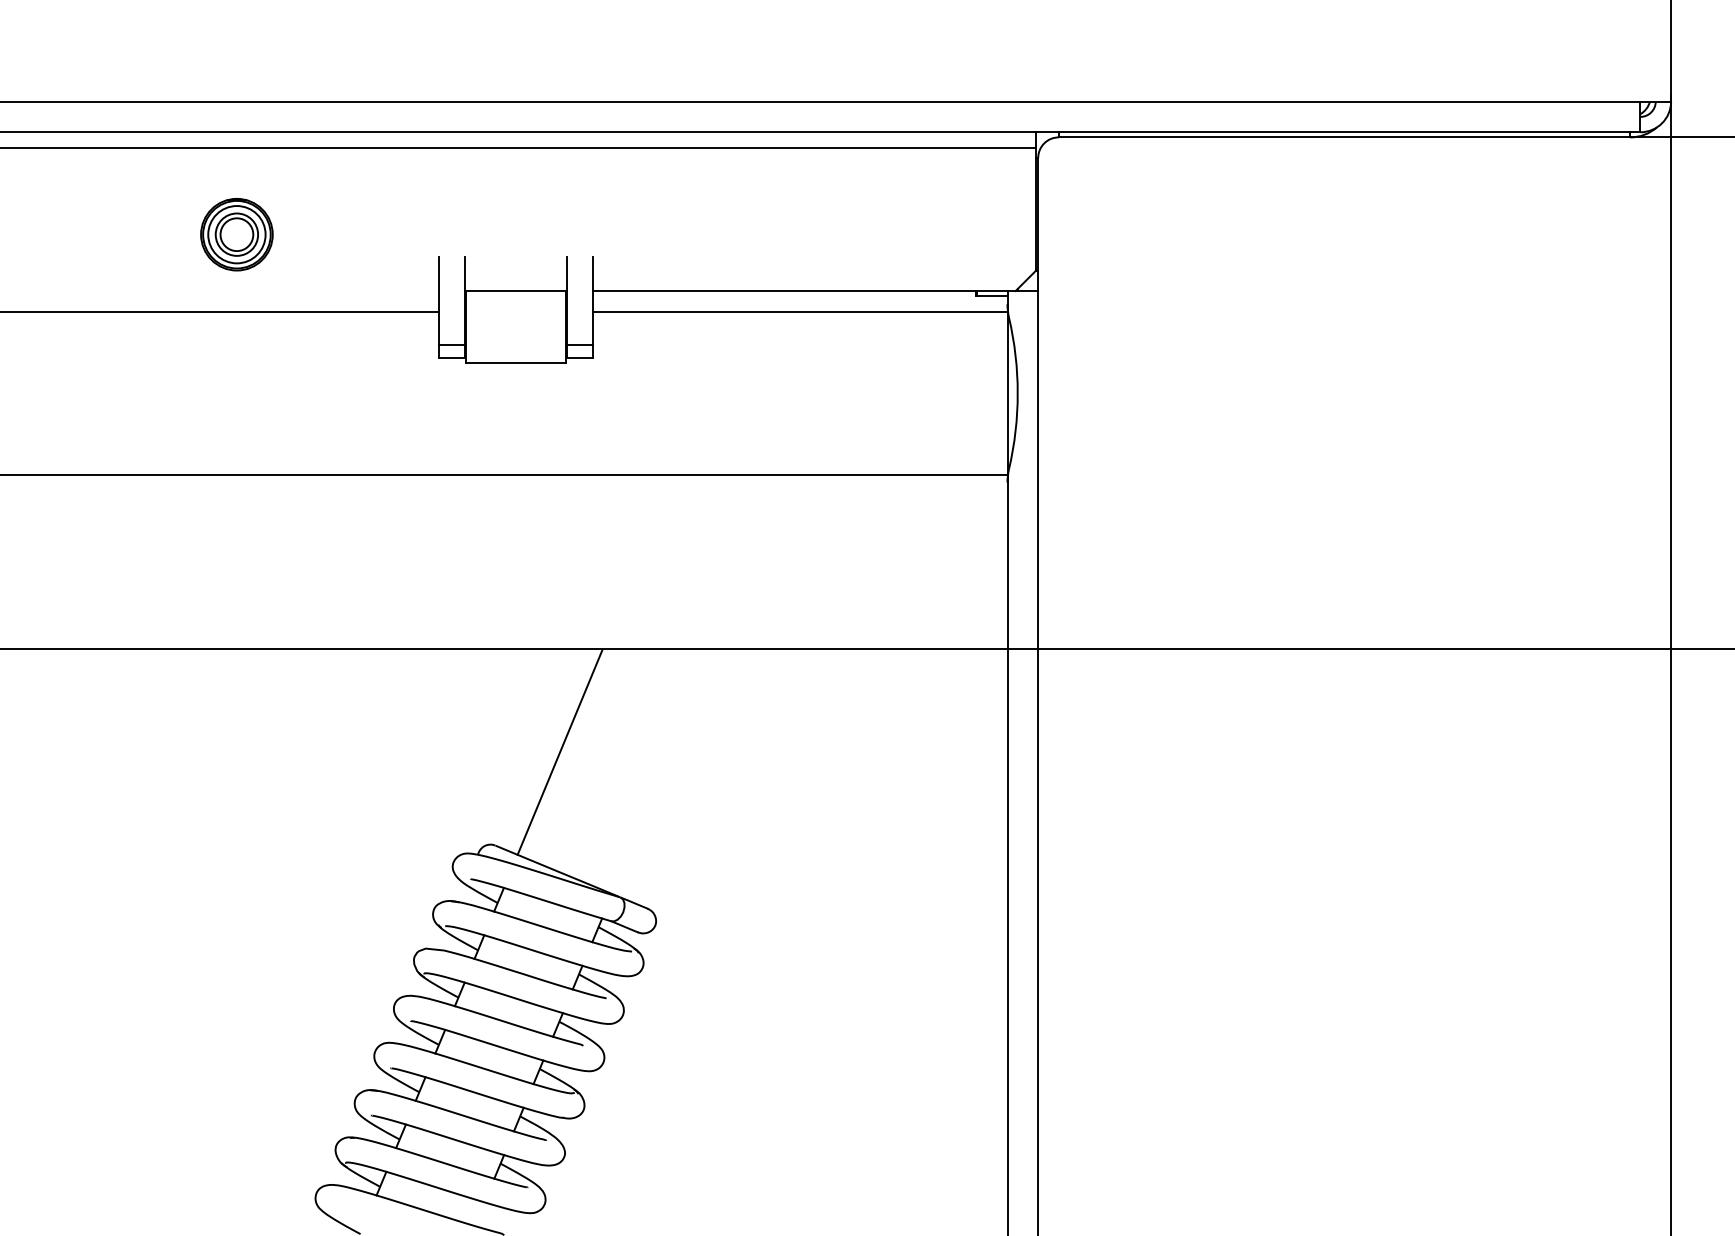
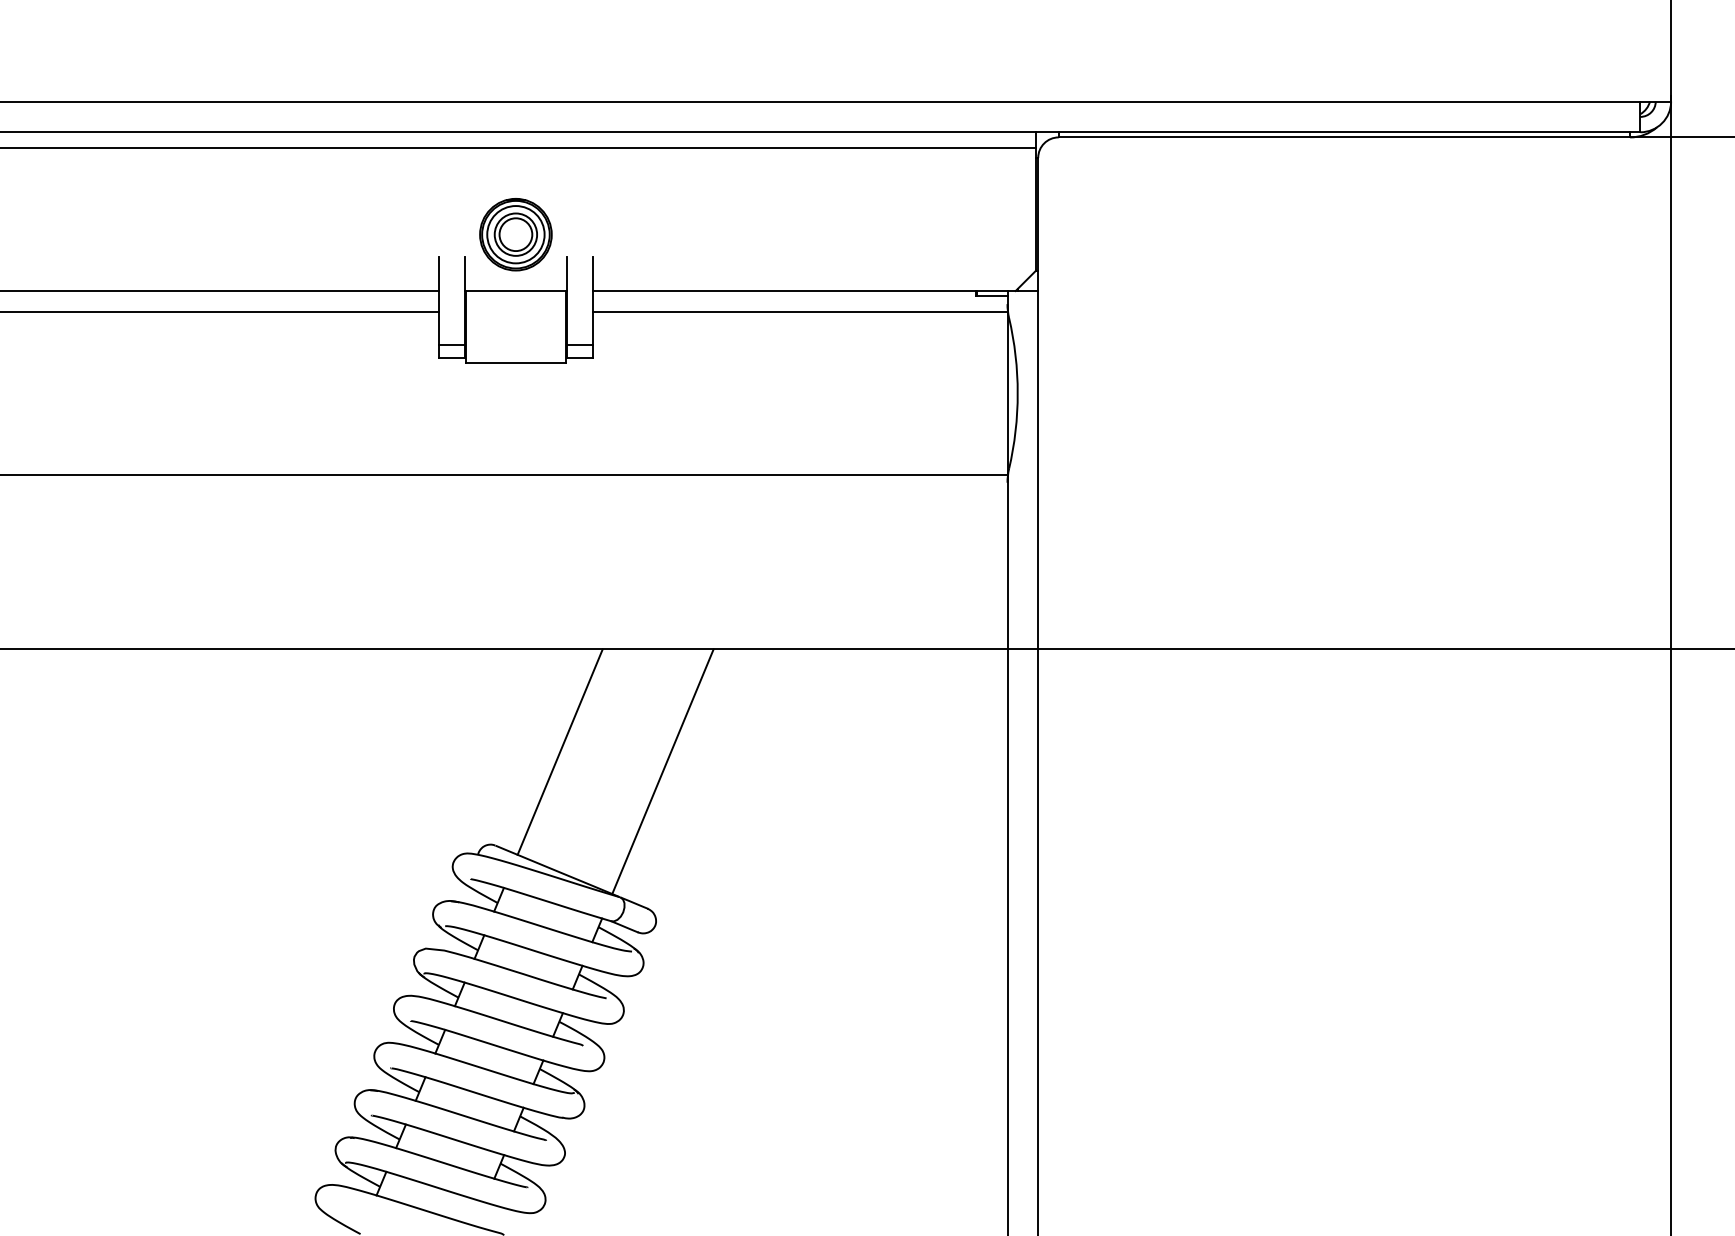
part at (236, 234) position: (236, 234) -> (515, 234)
line at (220, 291): none -> present
line at (662, 771): none -> present
